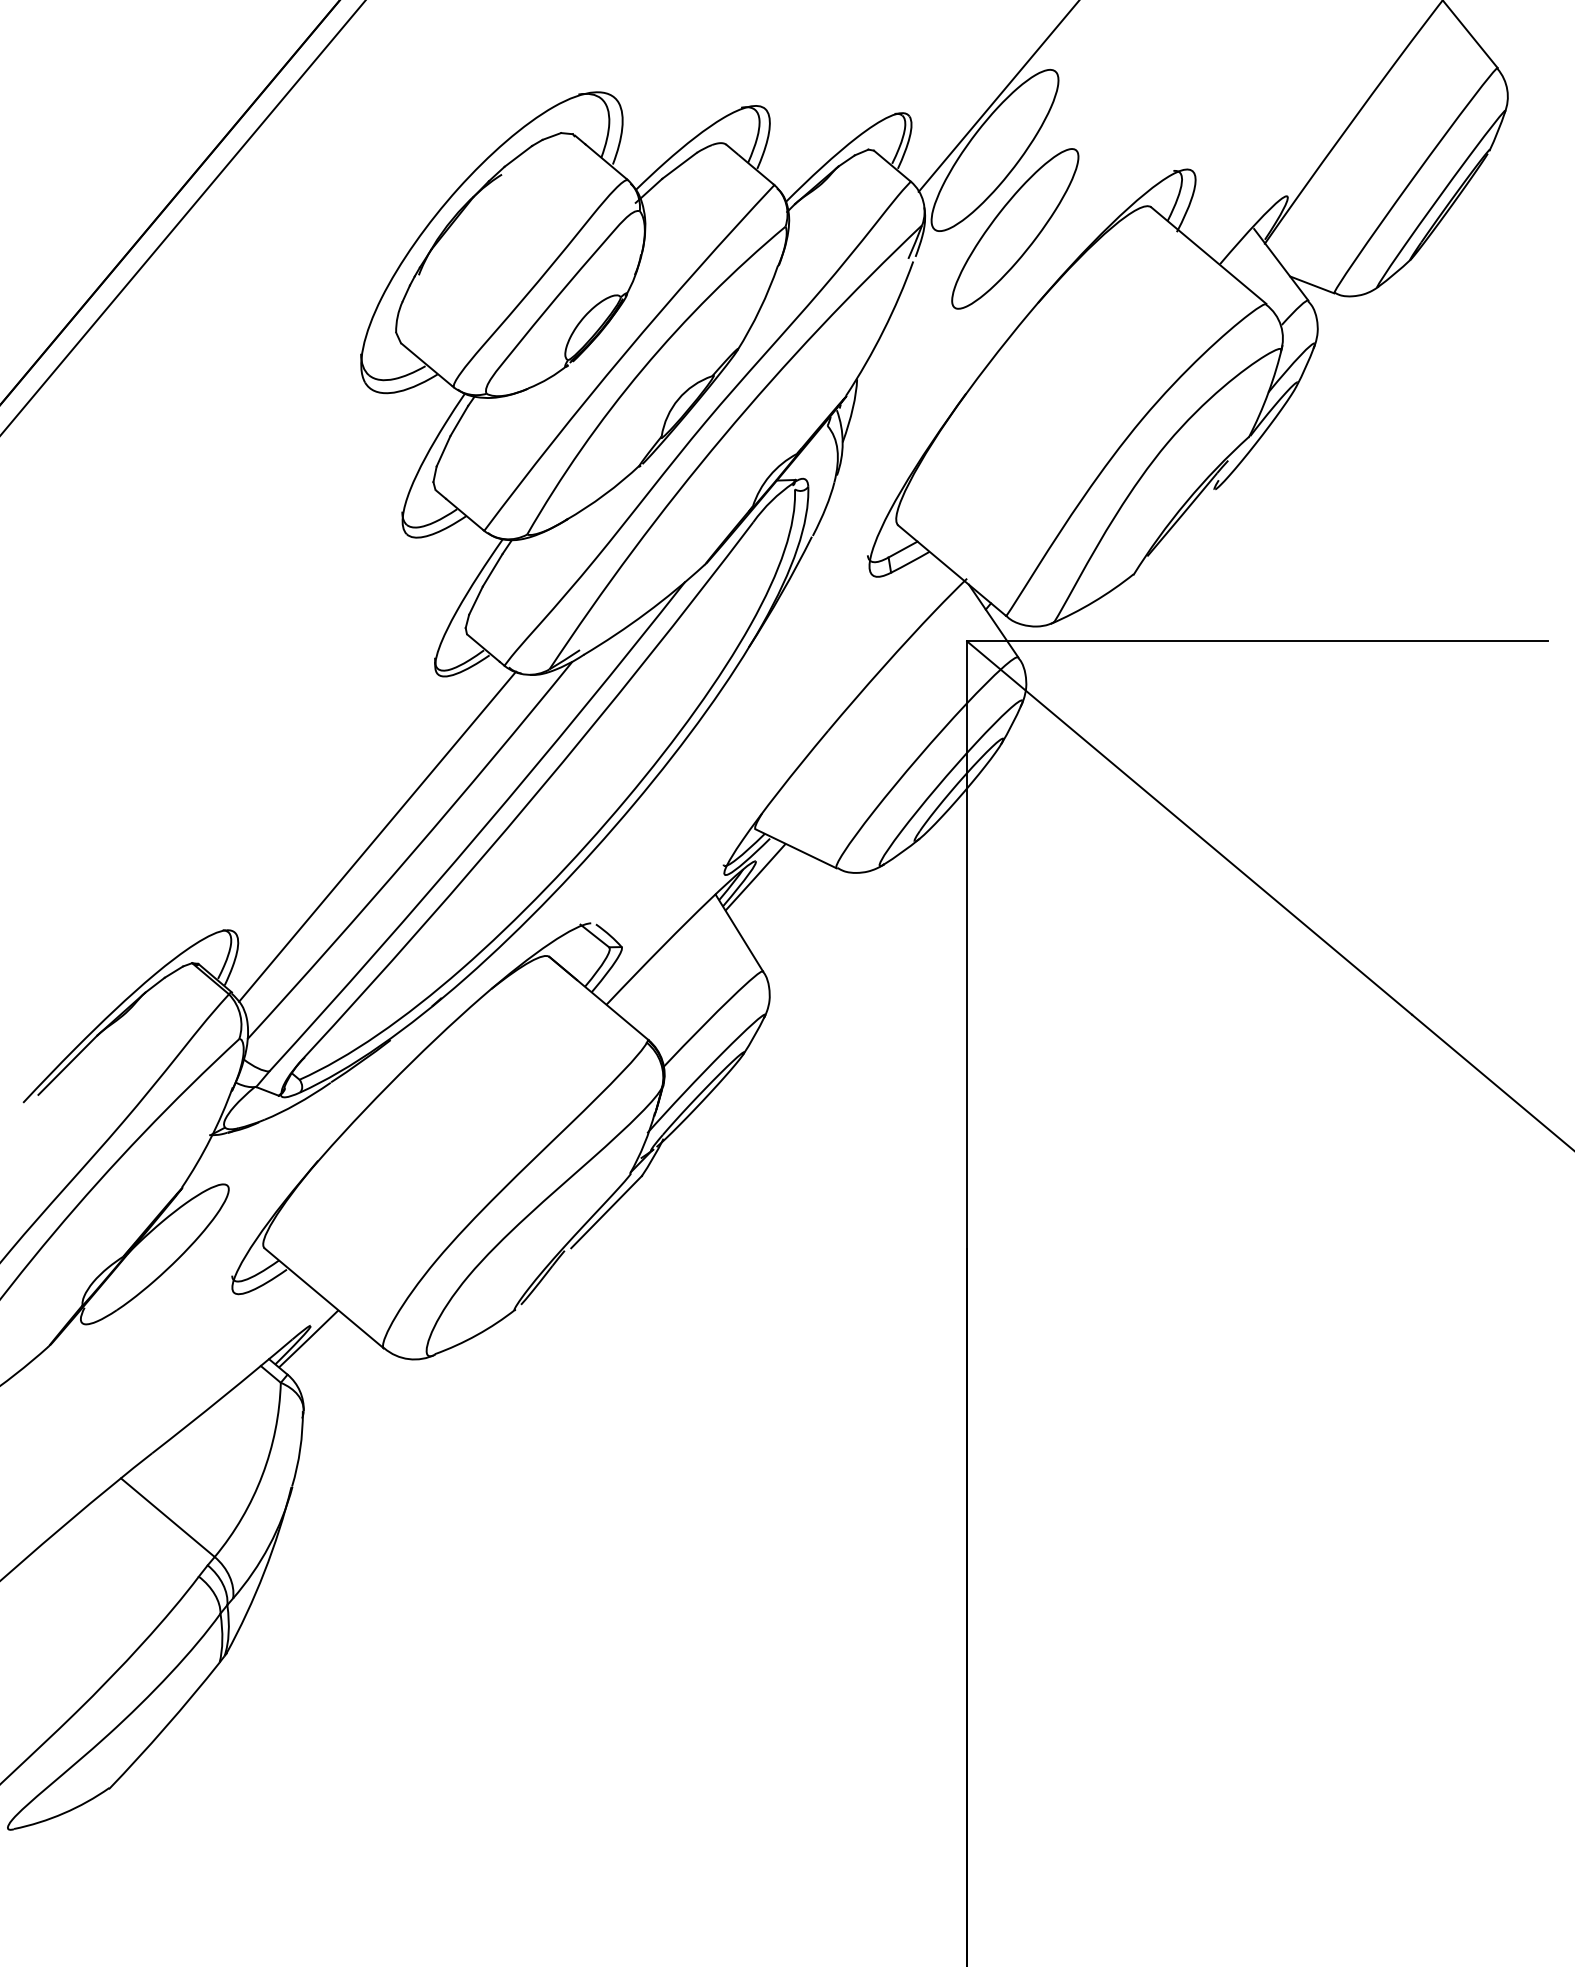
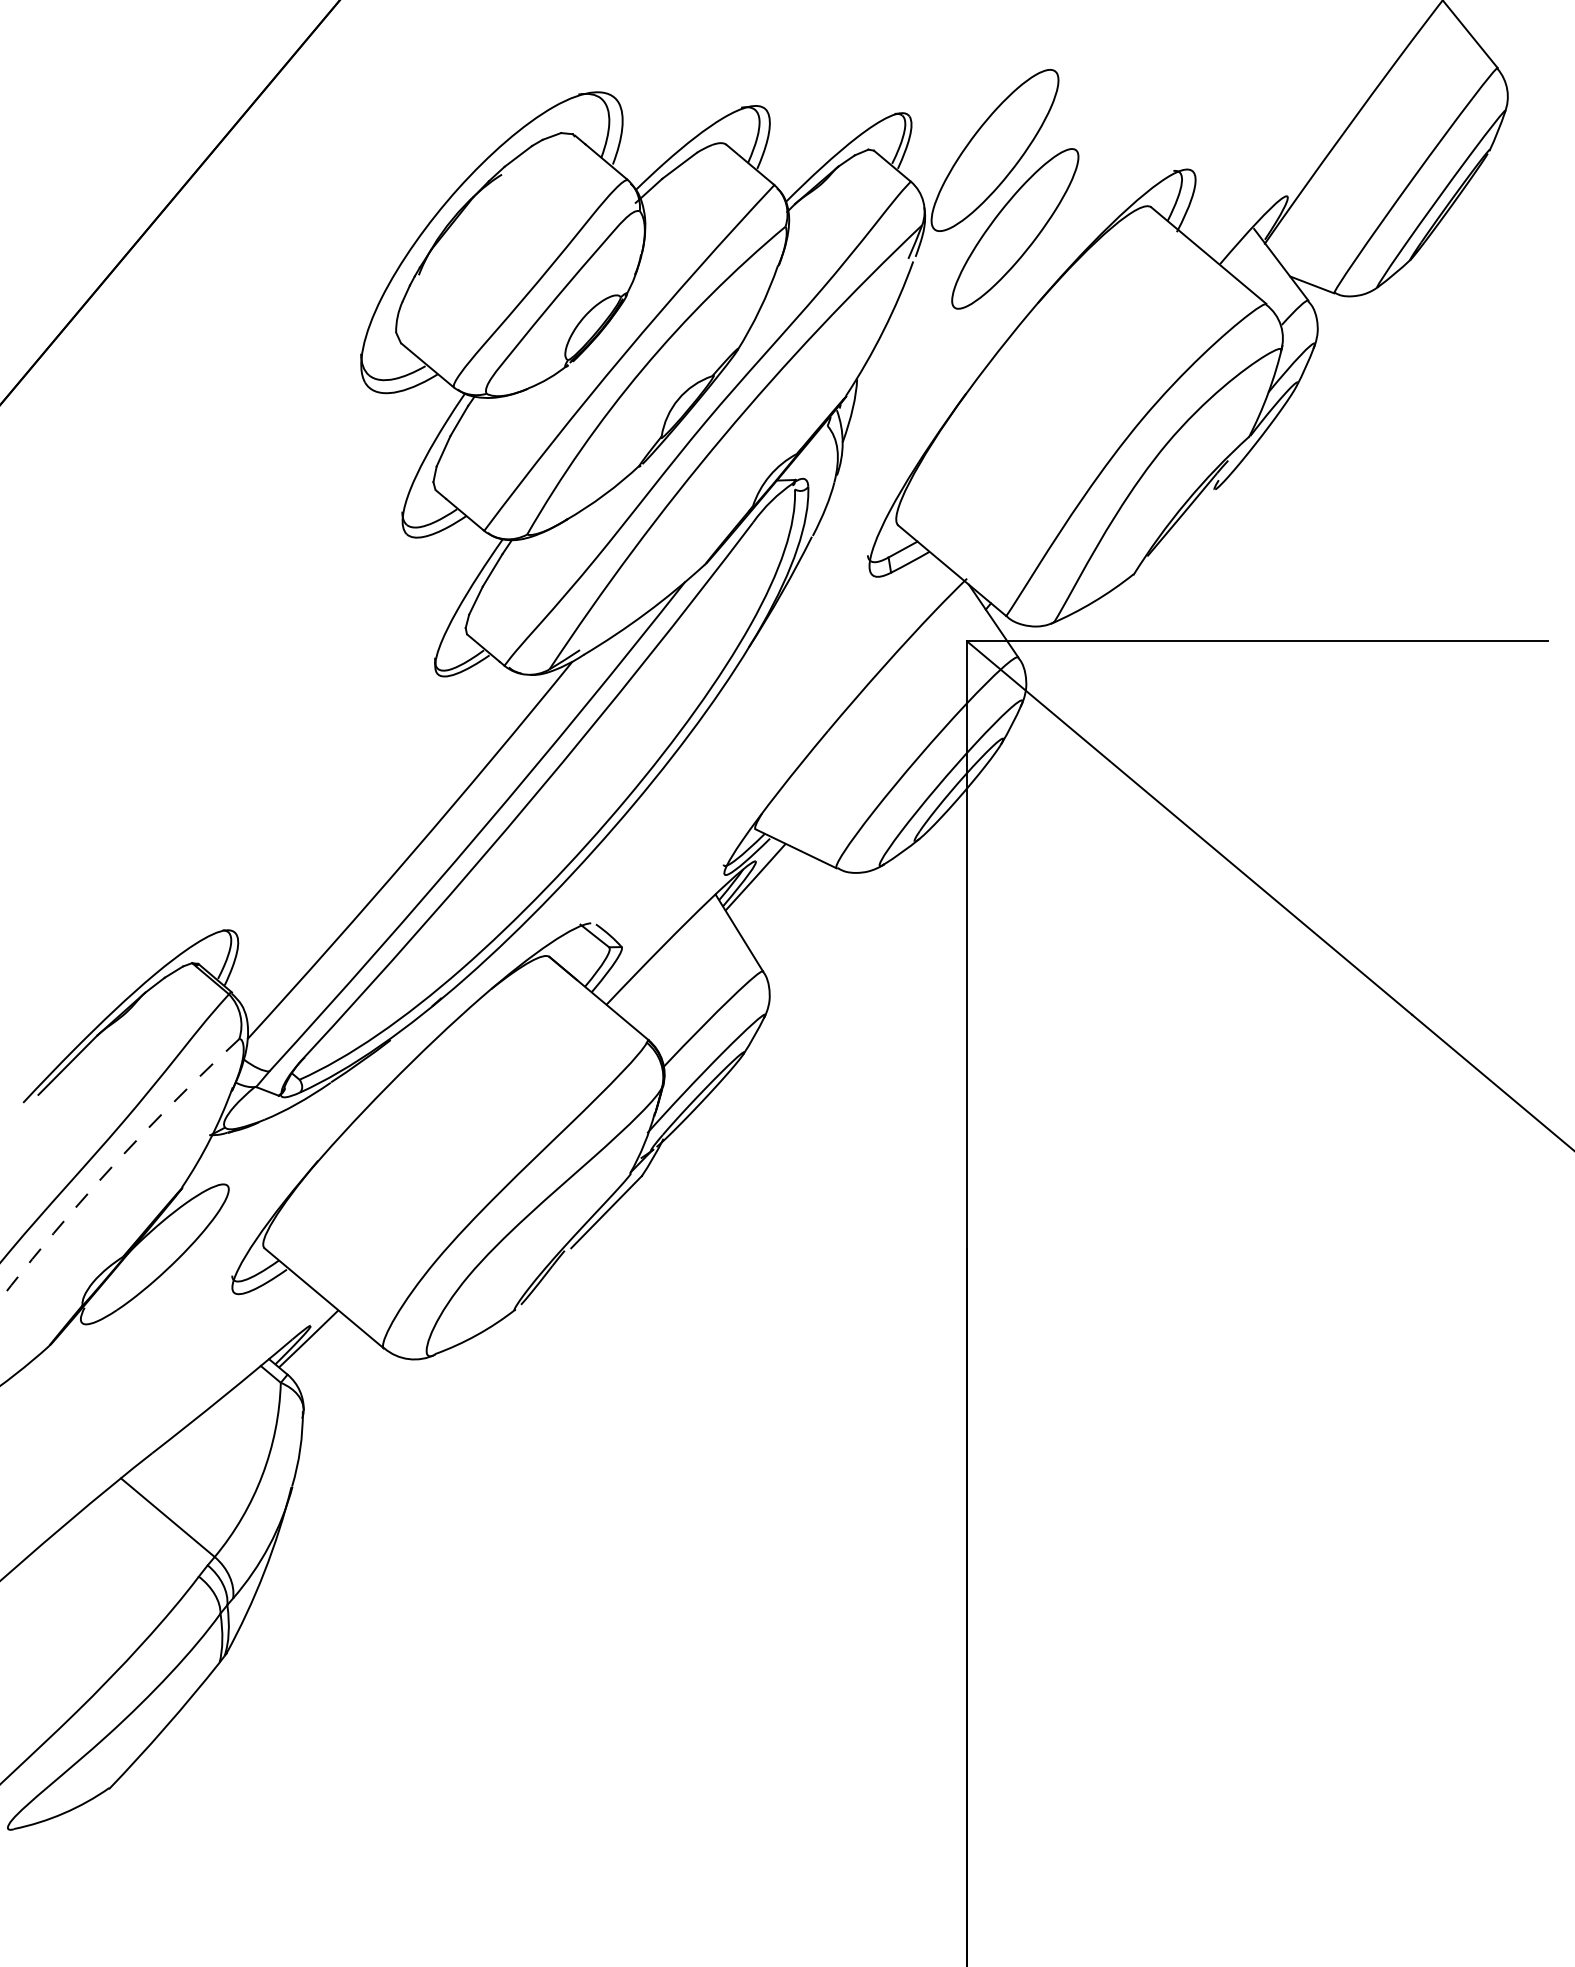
line at (997, 96): present -> none
line at (183, 217): present -> none
line at (377, 836): present -> none
arc at (114, 1164): solid -> dashed
